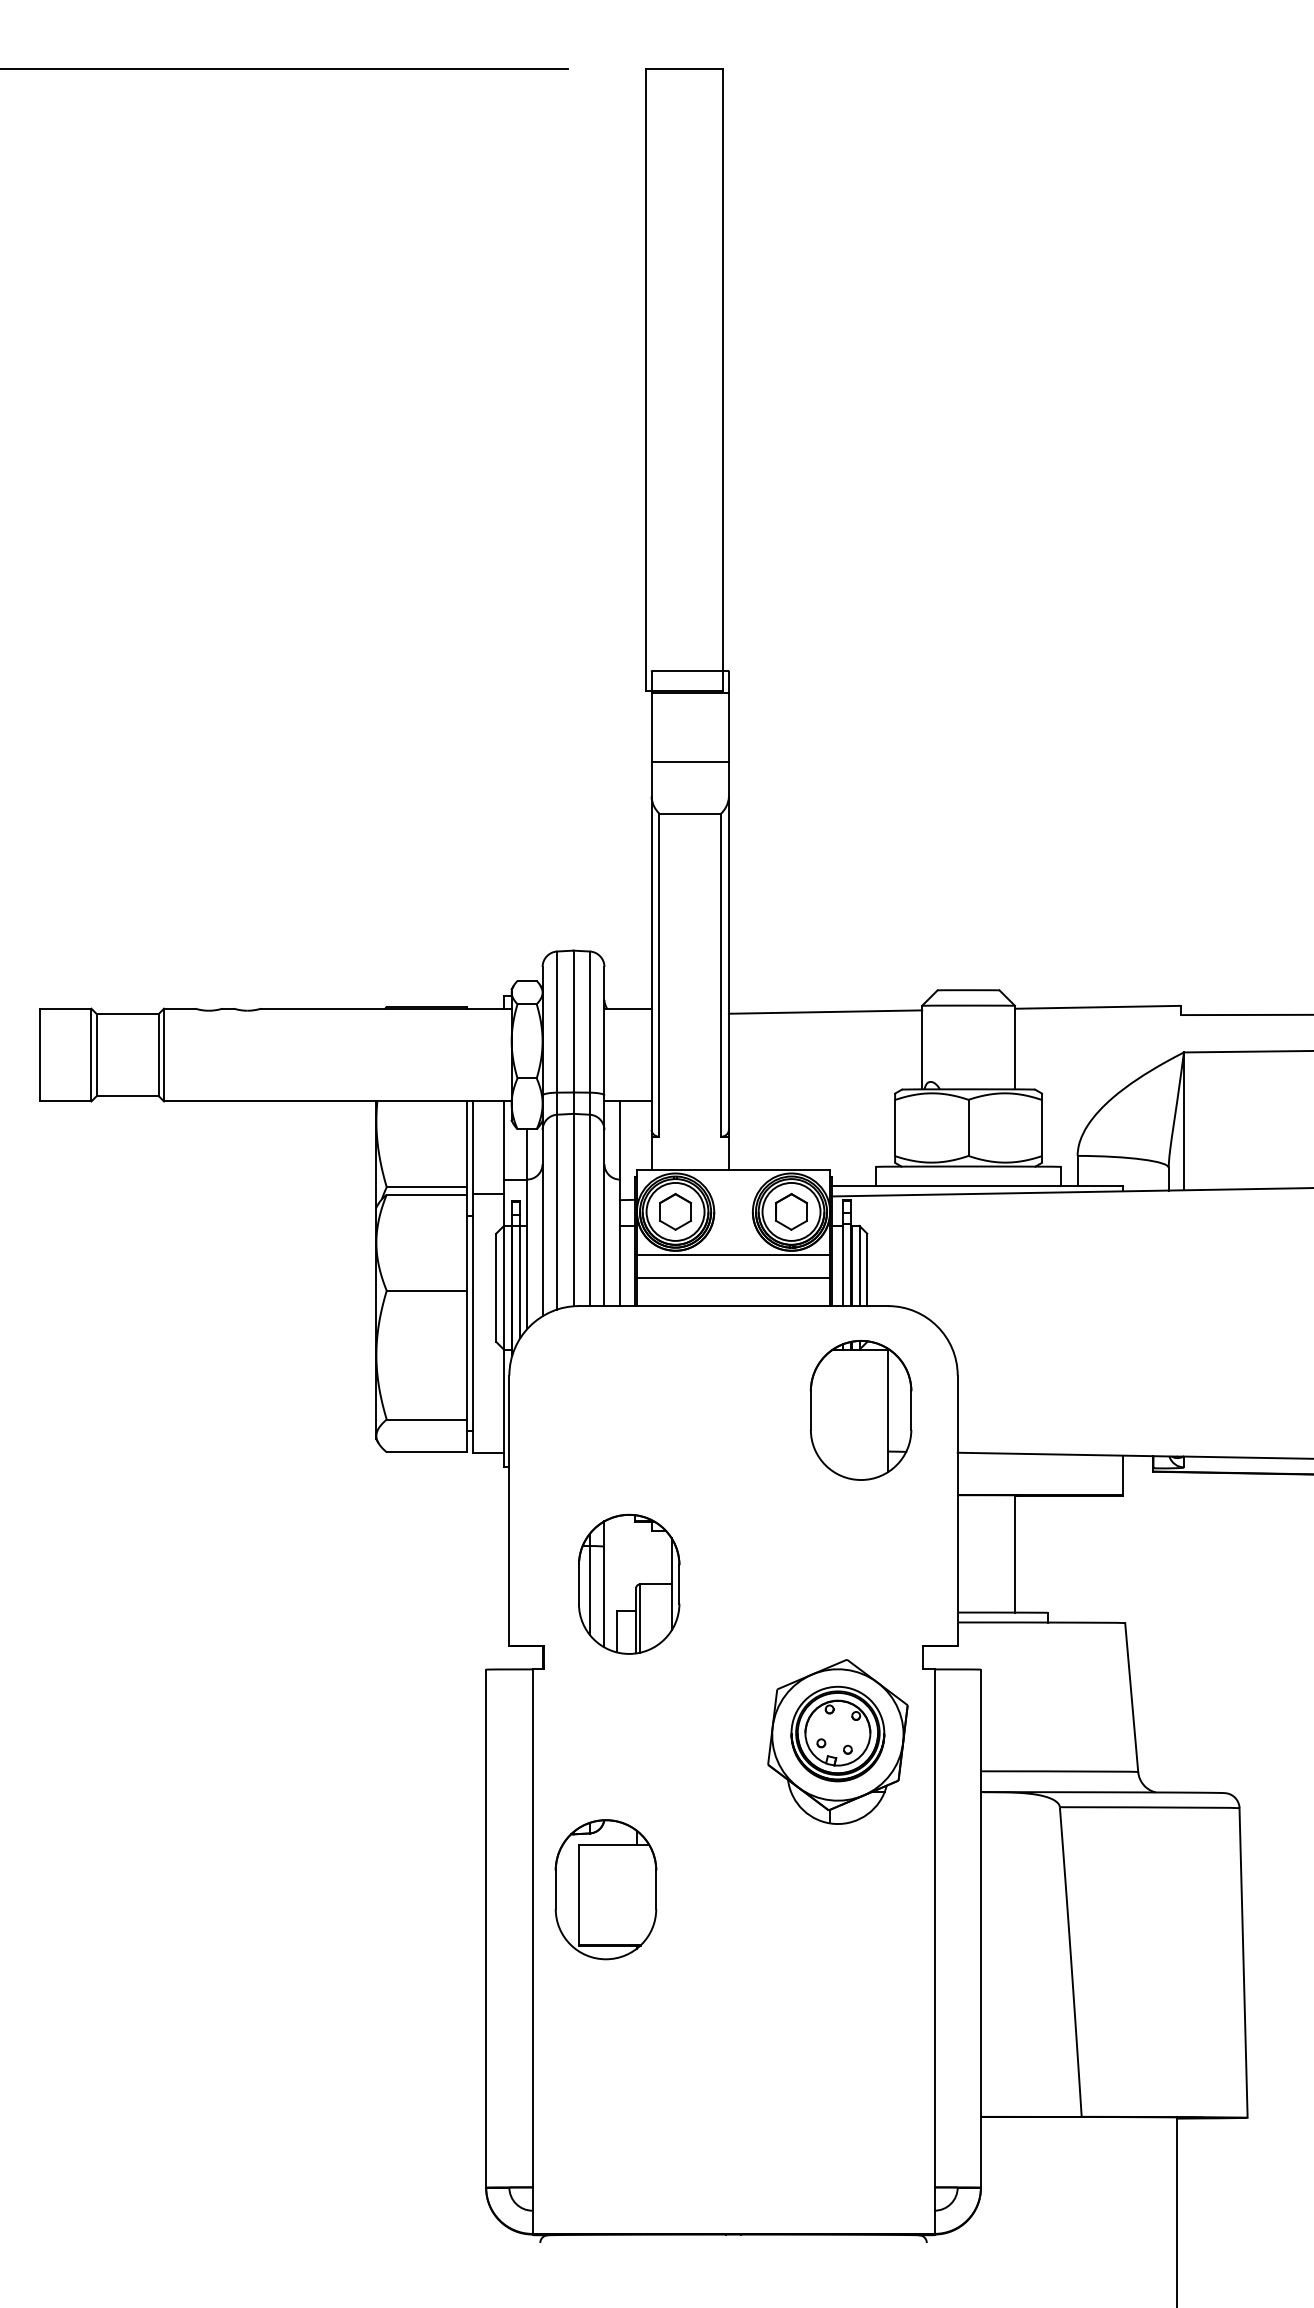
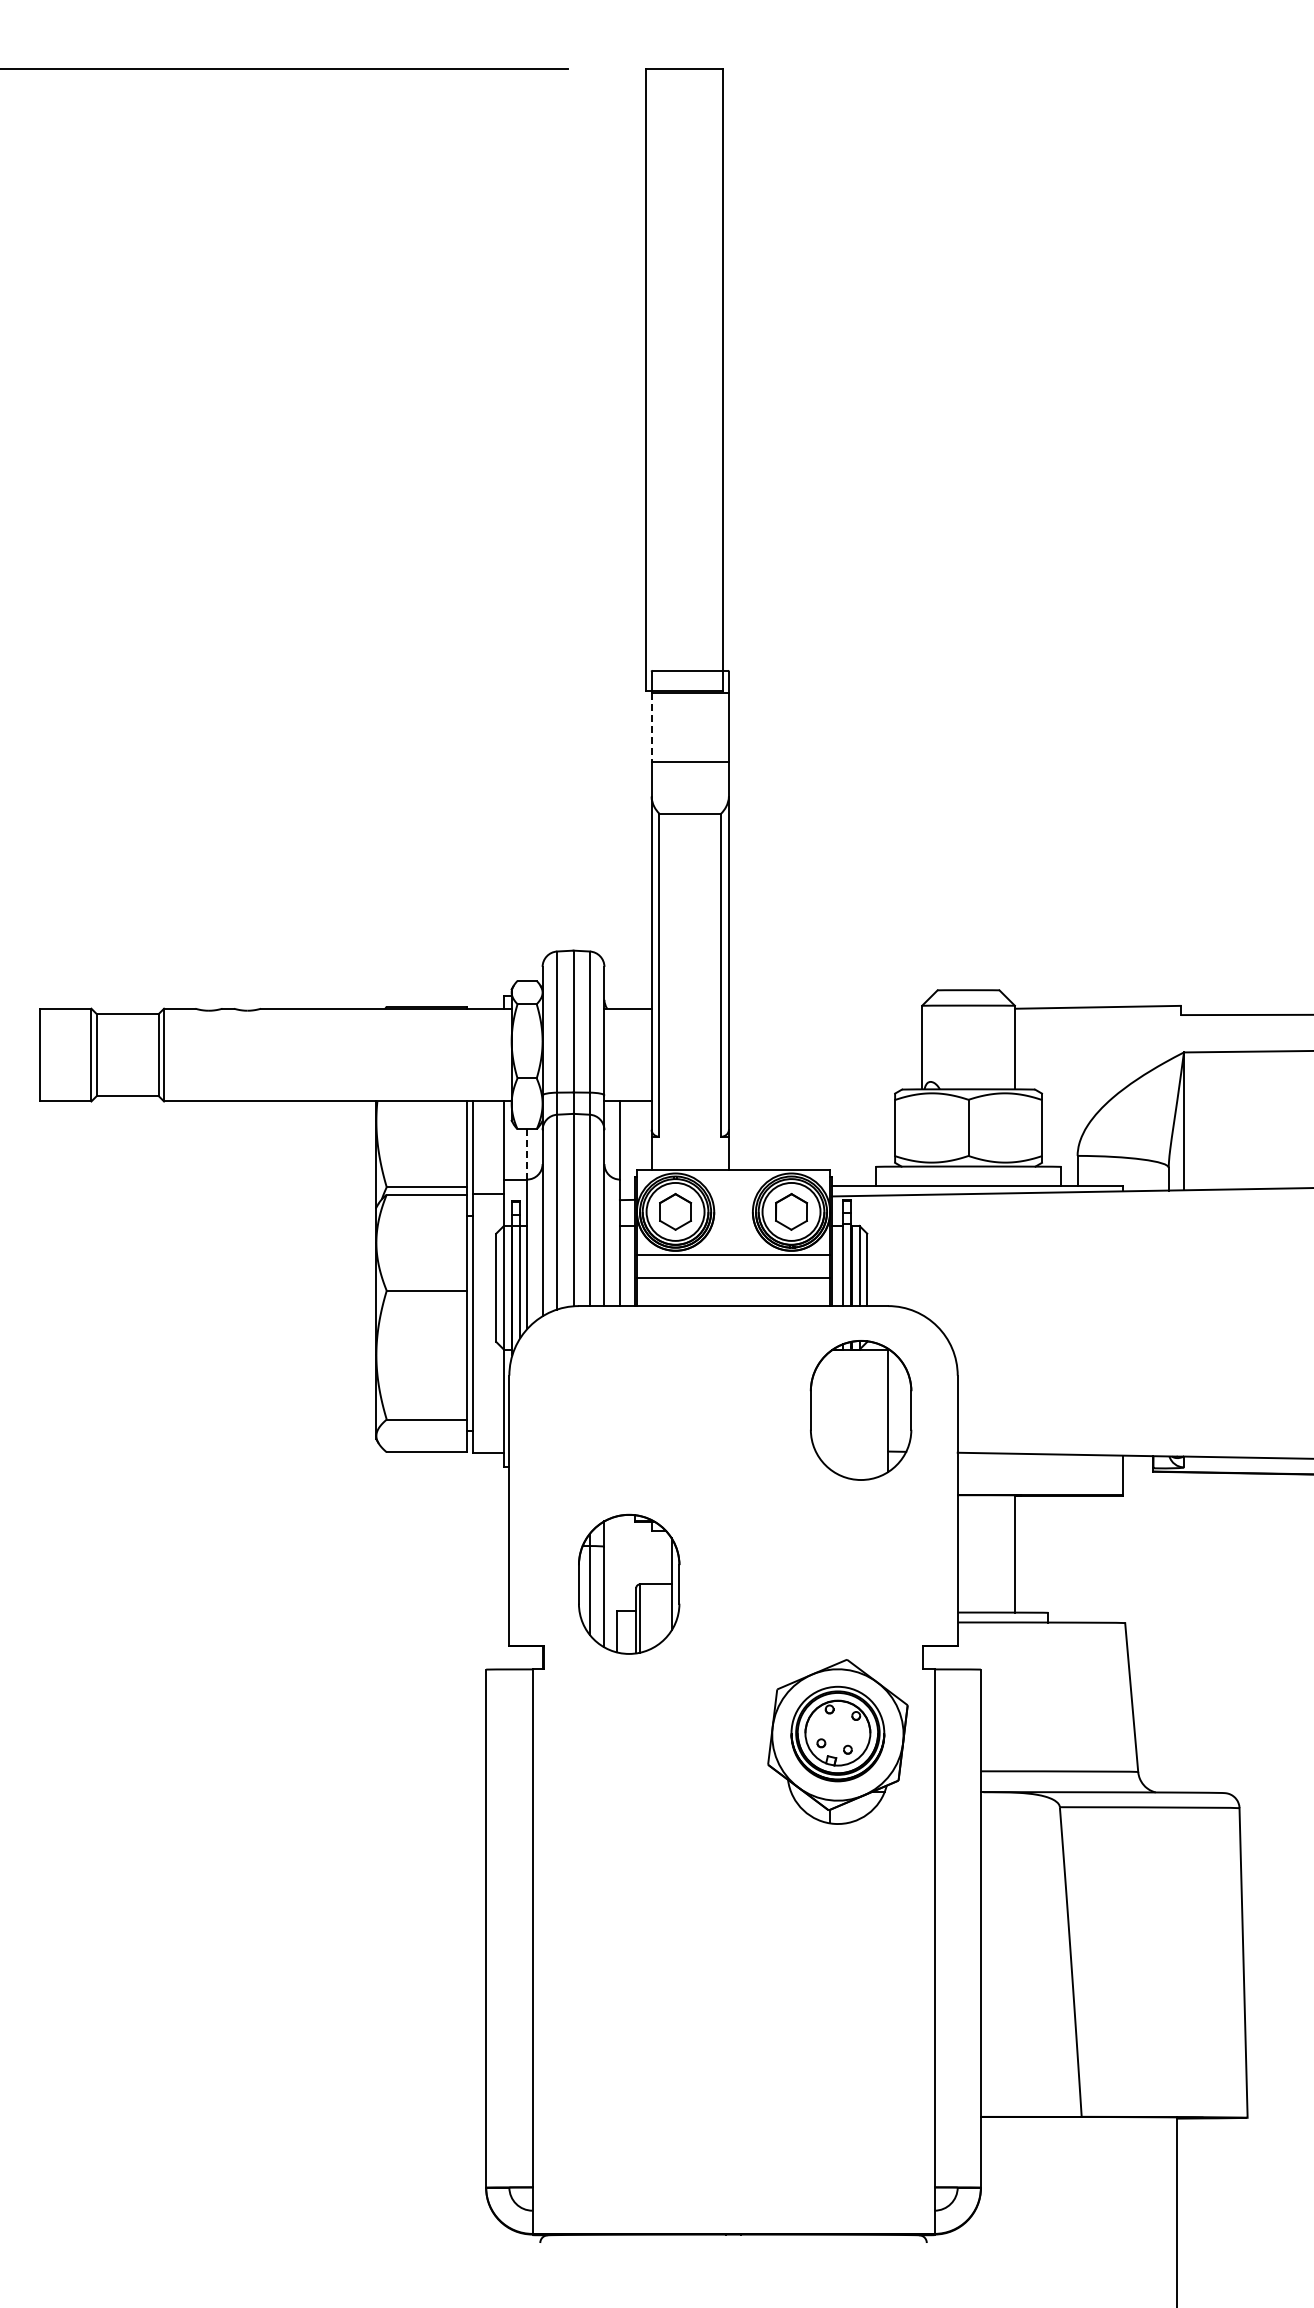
line at (651, 727): solid -> dashed
line at (825, 1011): present -> none
line at (527, 1153): solid -> dashed
part at (605, 1889): present -> none
